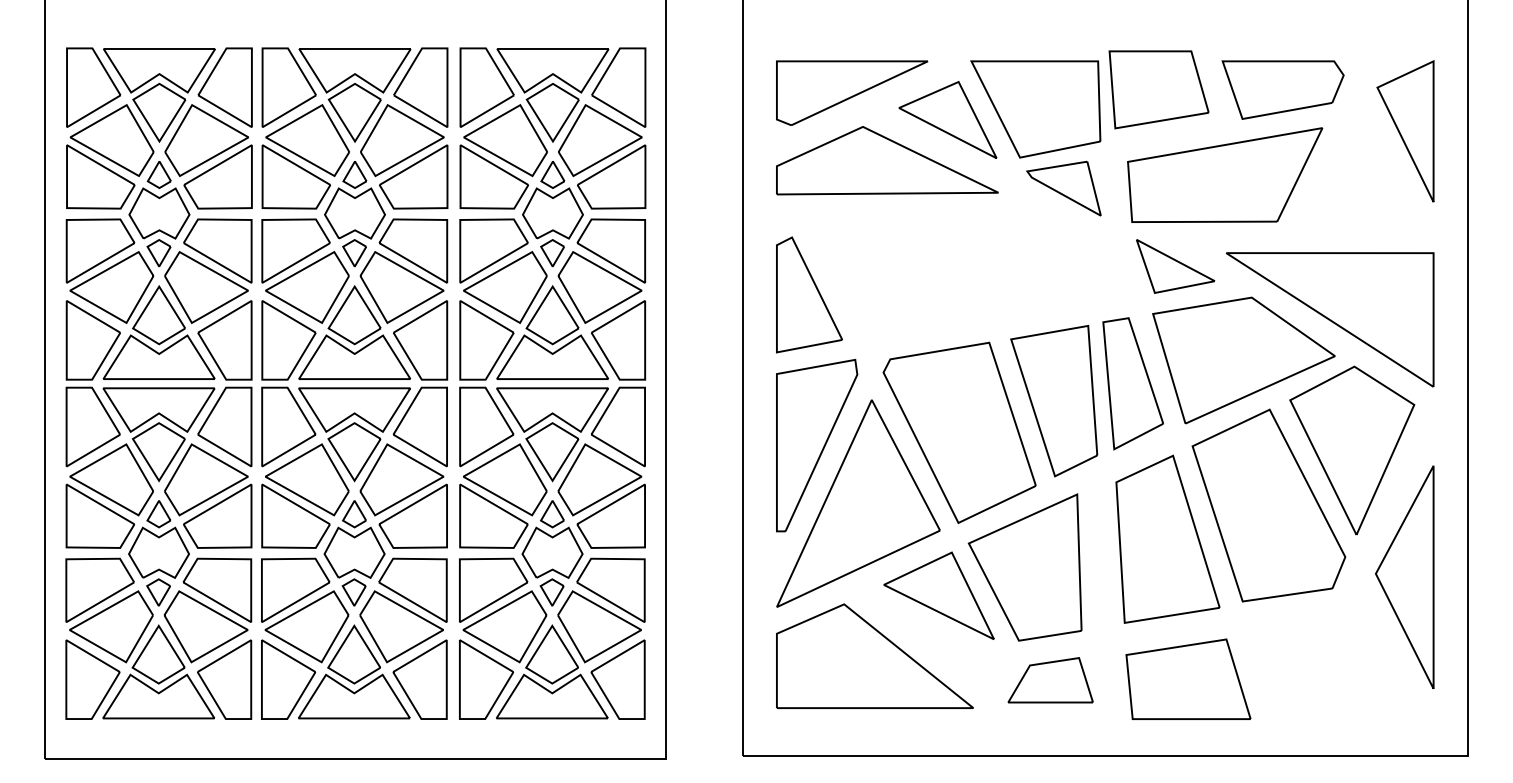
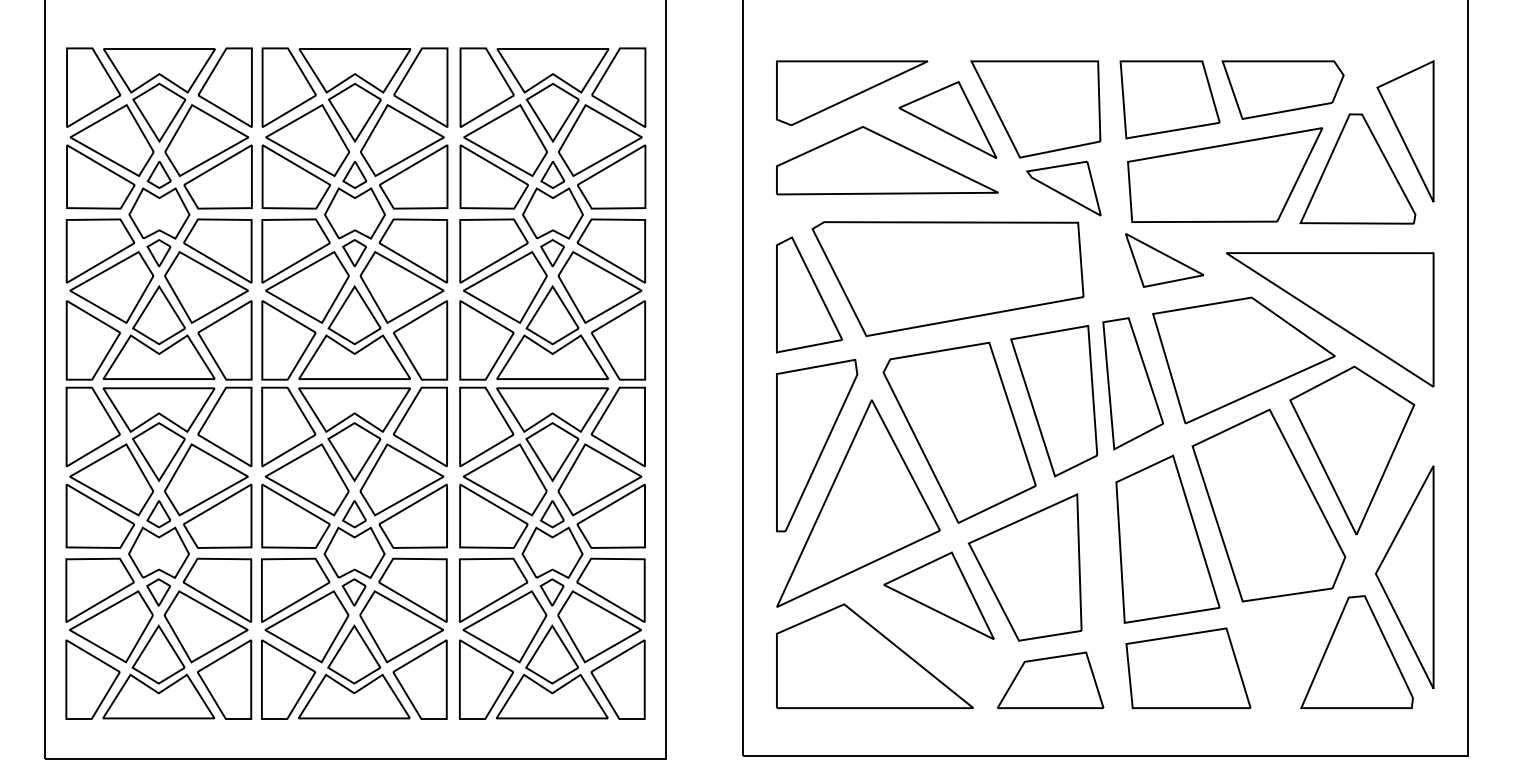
part at (1158, 89) position: (1158, 89) -> (1169, 99)
part at (1357, 168): none -> present
part at (1175, 266) position: (1175, 266) -> (1164, 260)
part at (947, 278): none -> present
part at (1356, 651): none -> present
part at (1188, 678) position: (1188, 678) -> (1188, 667)
part at (1050, 680) size: 87x47 px -> 108x58 px
